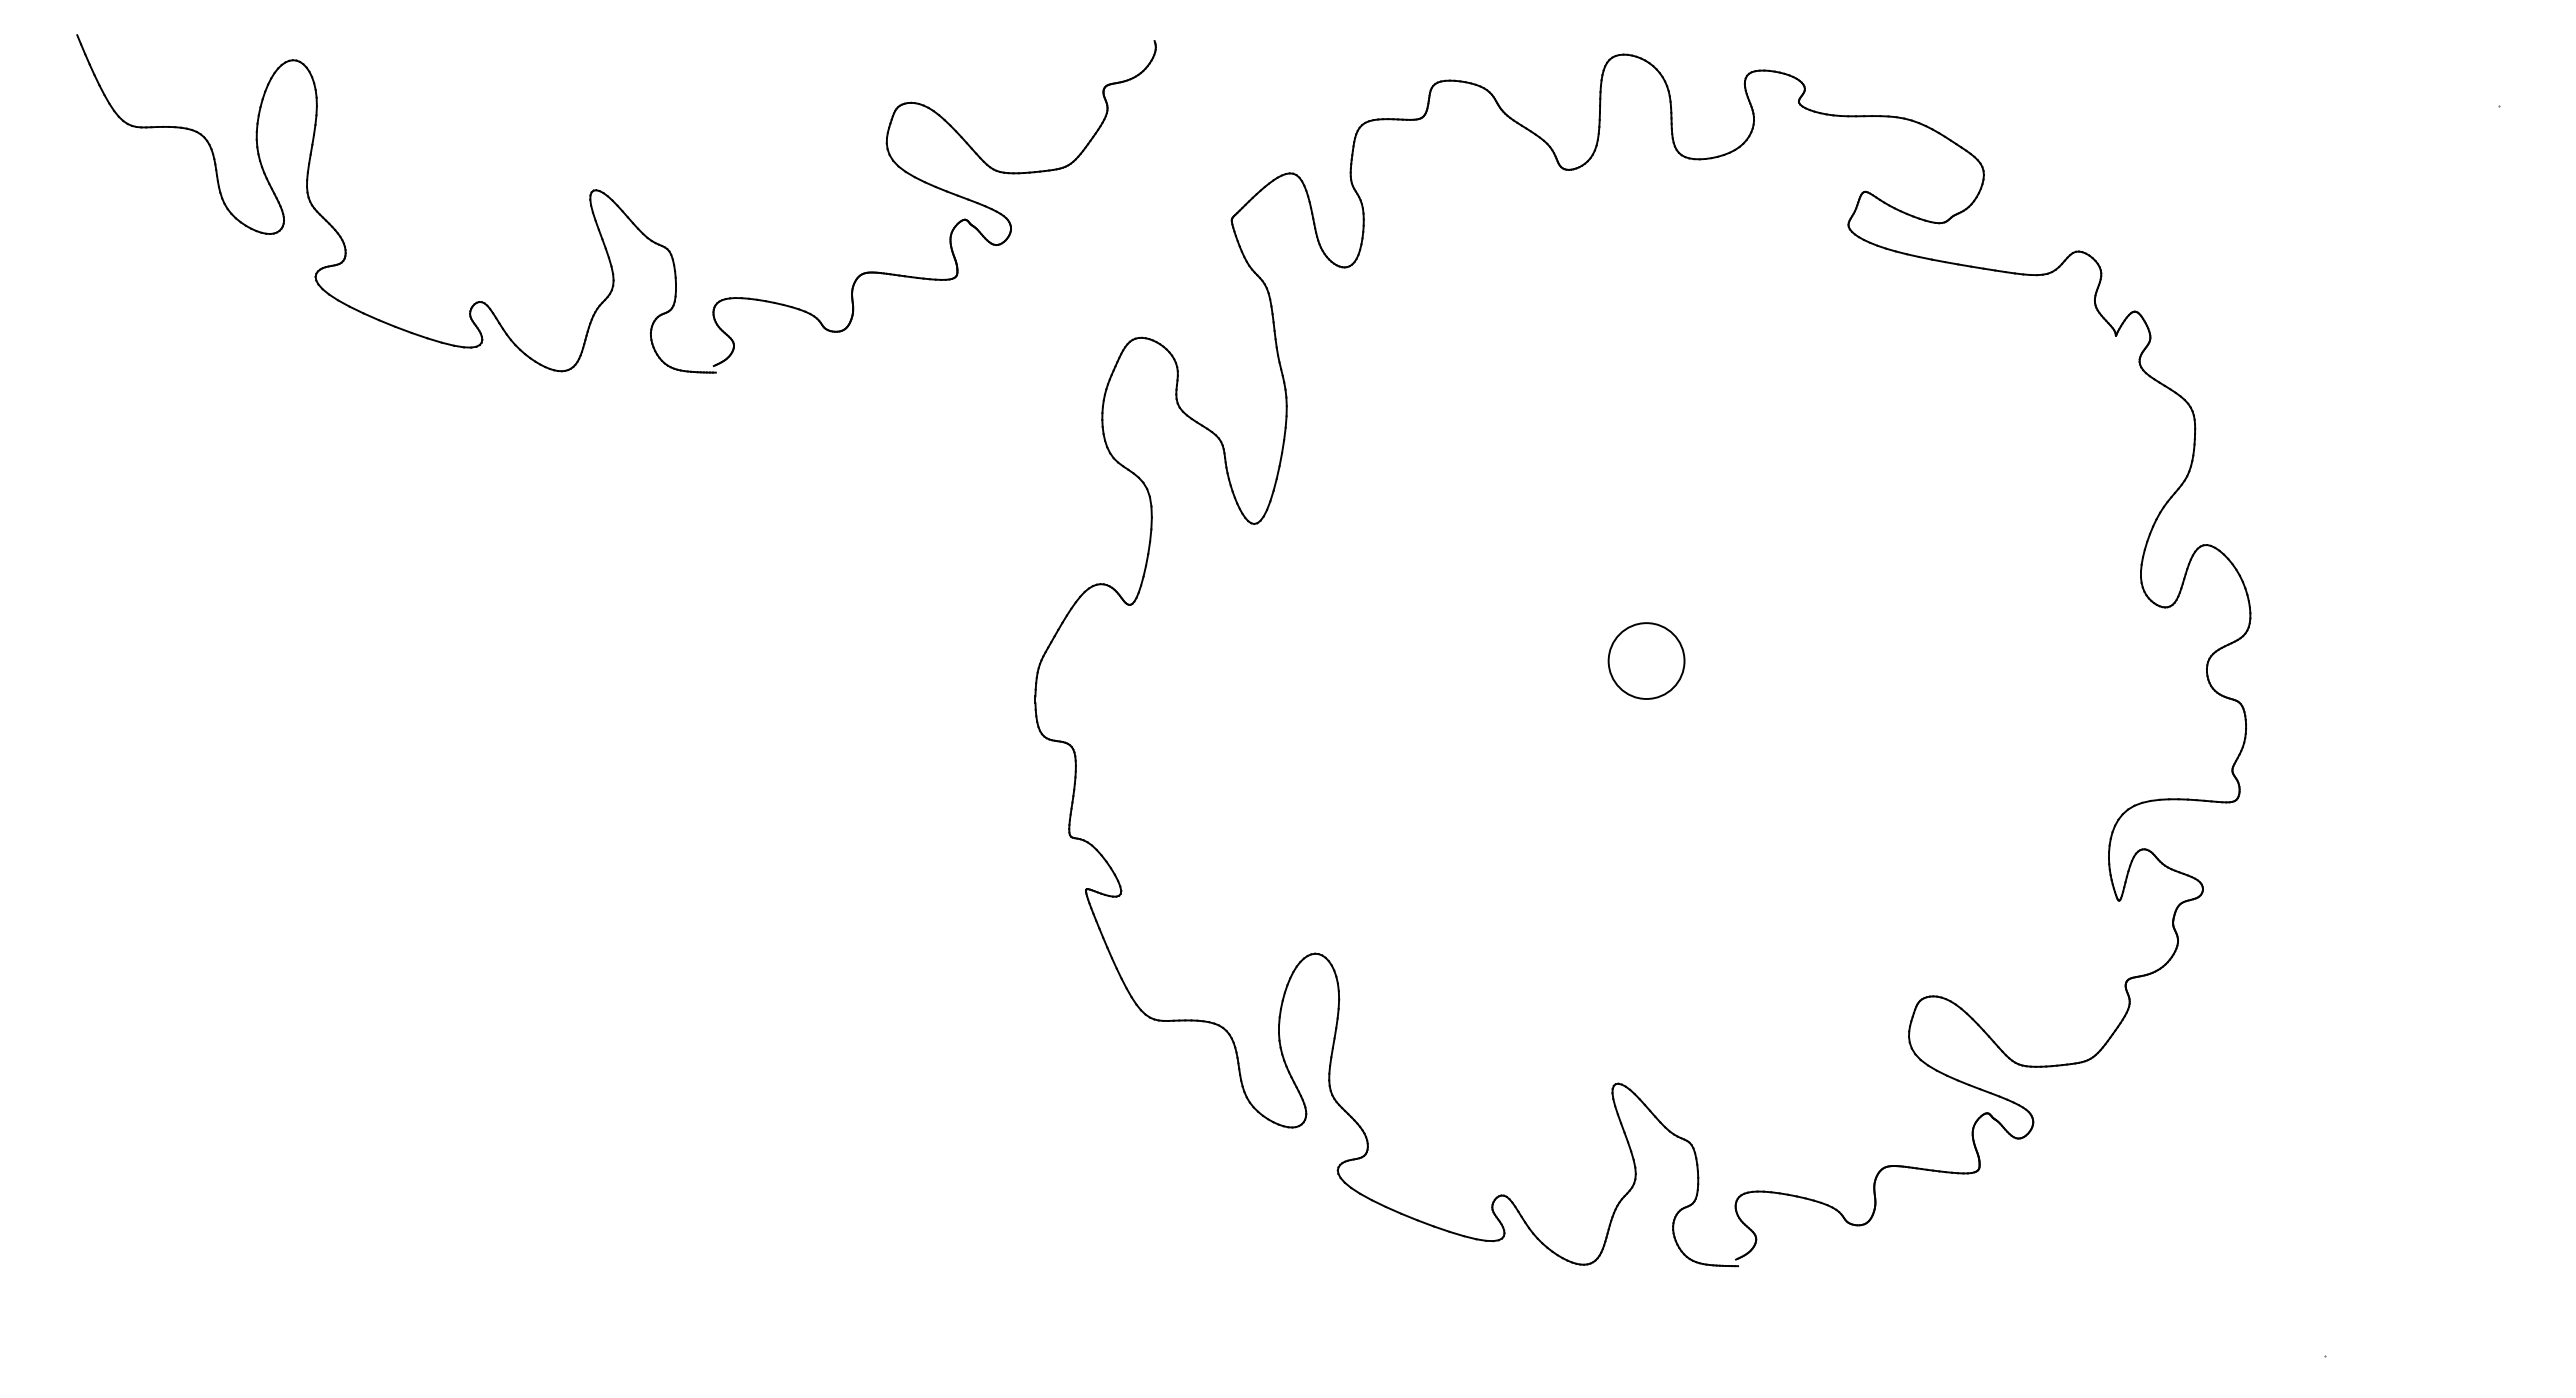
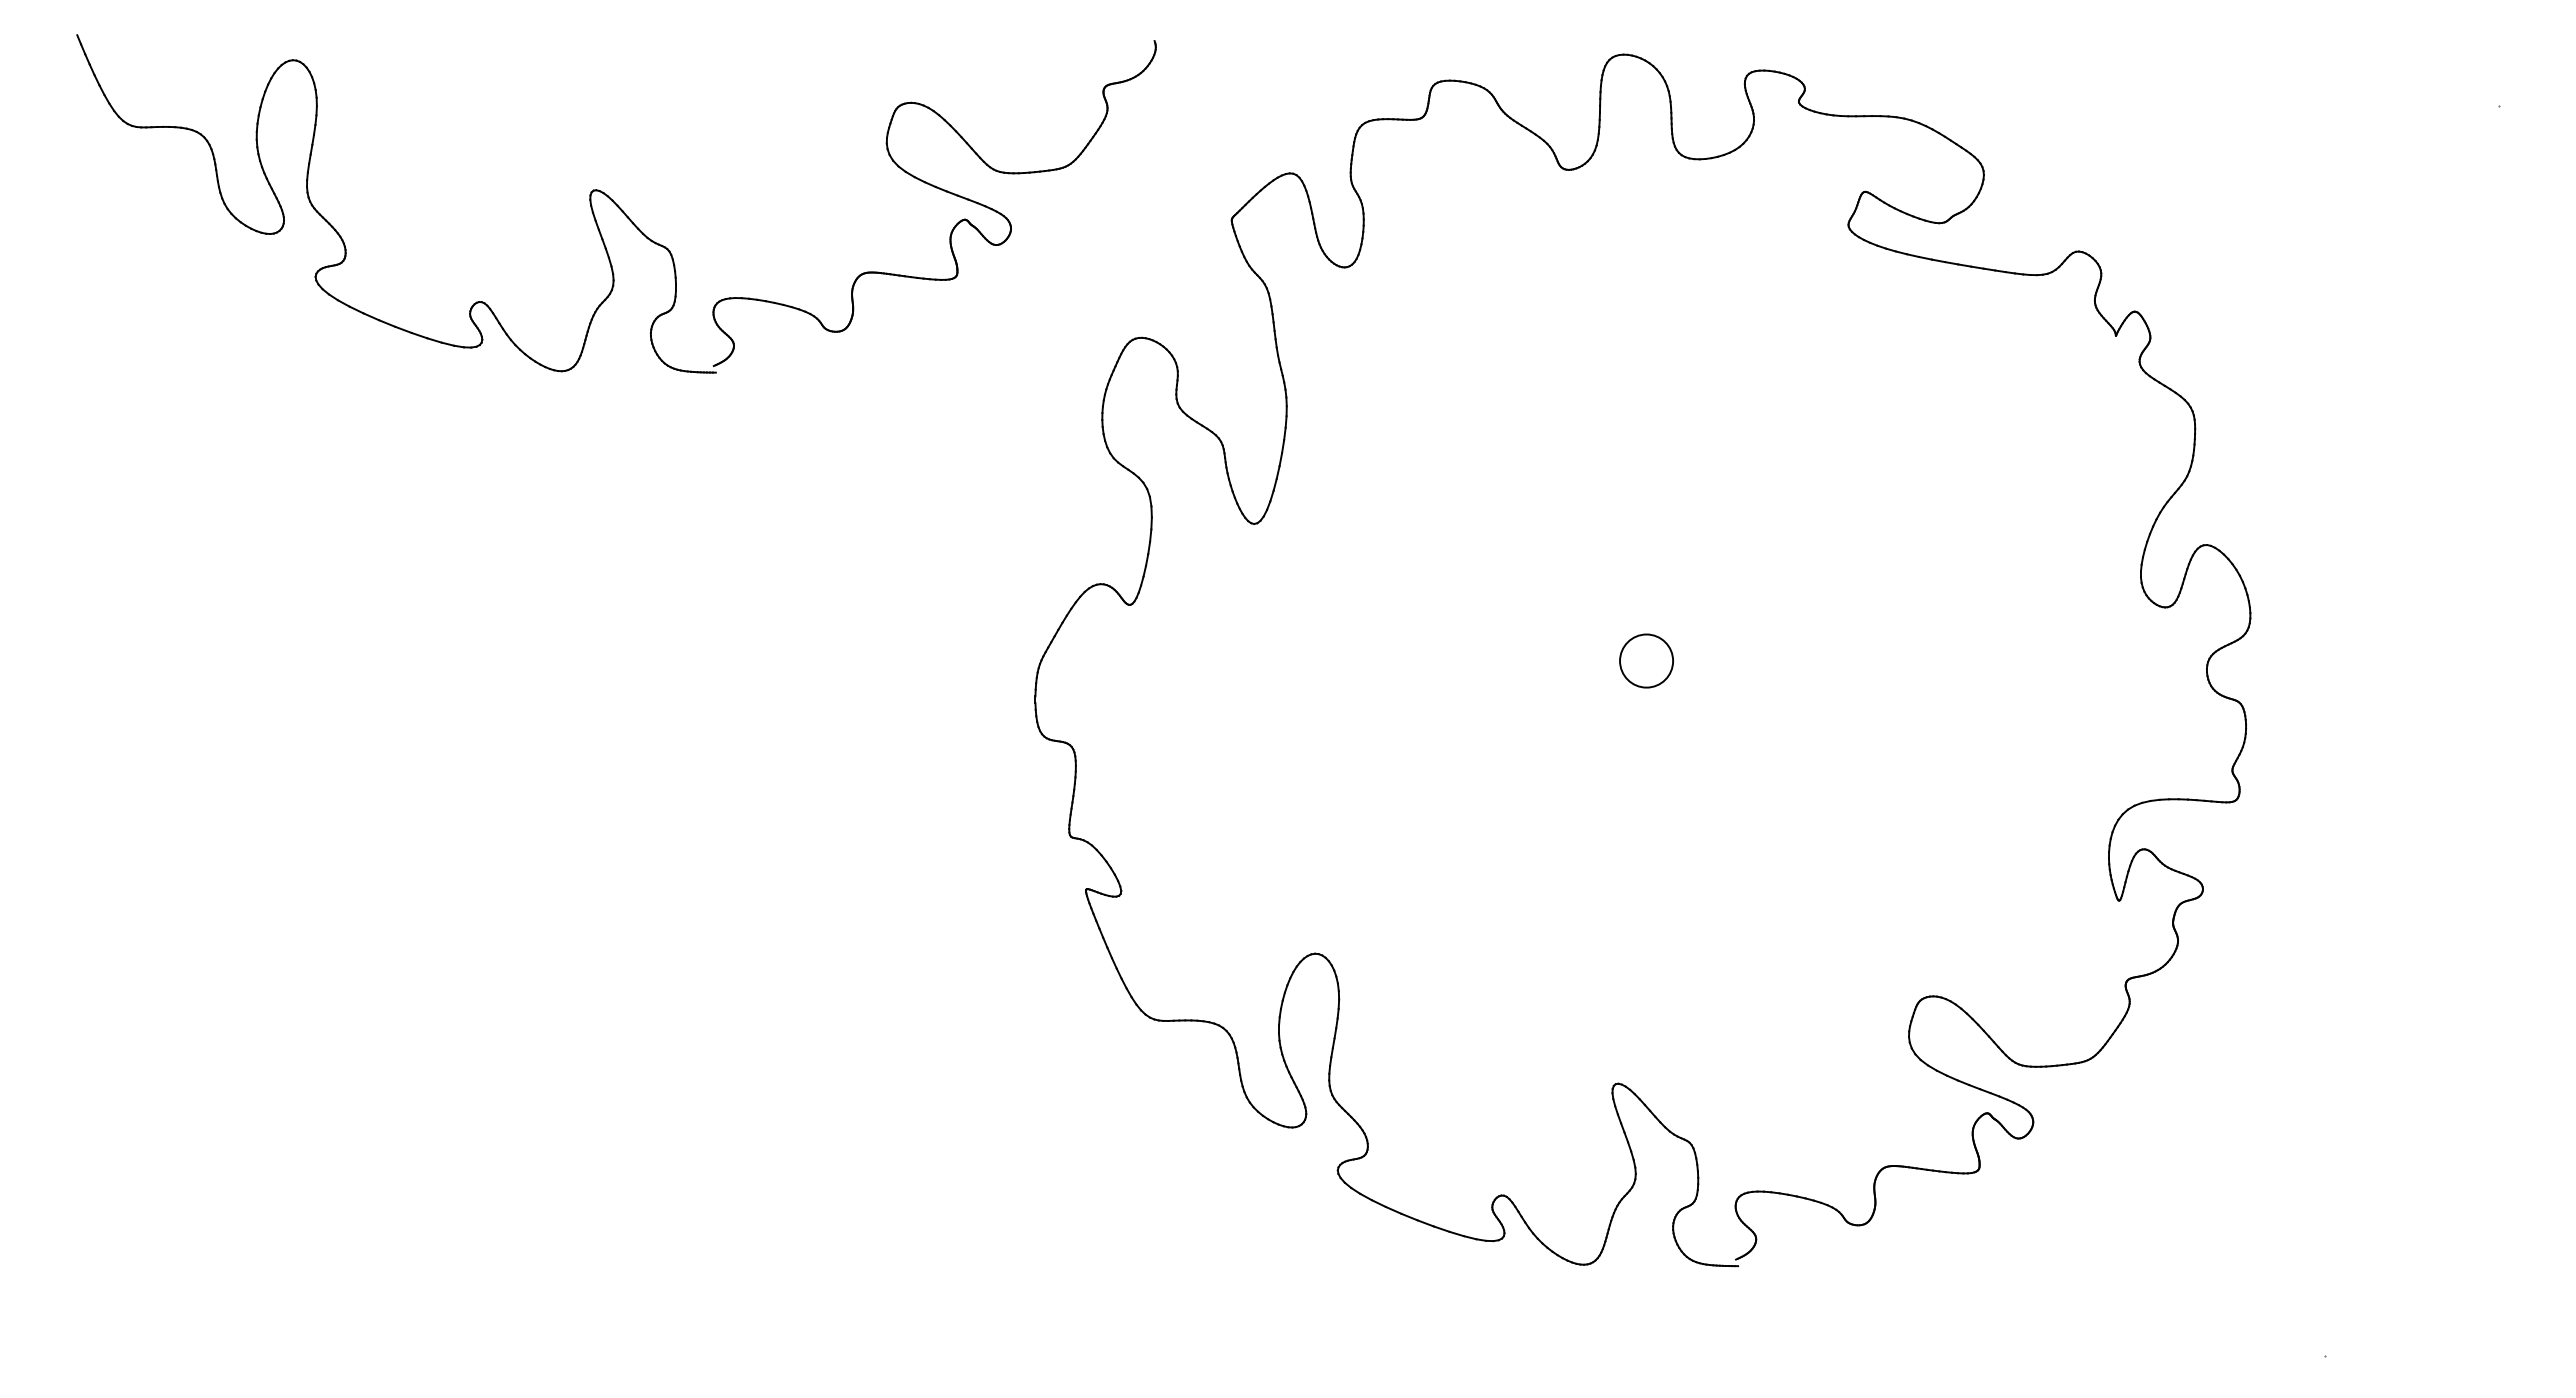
circle at (1646, 660) diameter: 76 px -> 53 px
